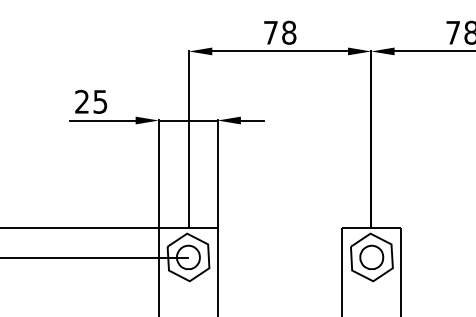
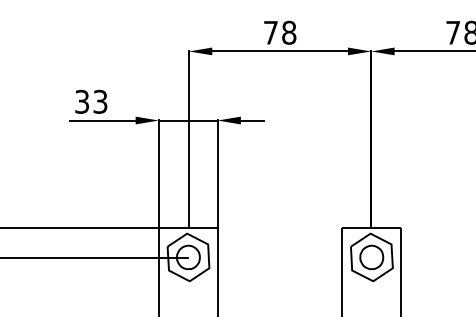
text at (91, 101): 25 -> 33
